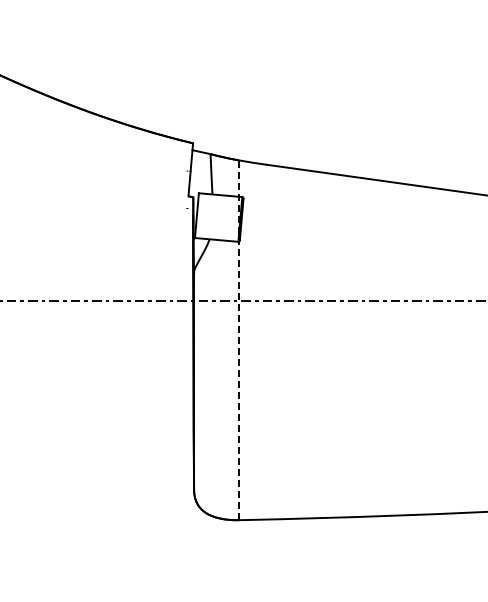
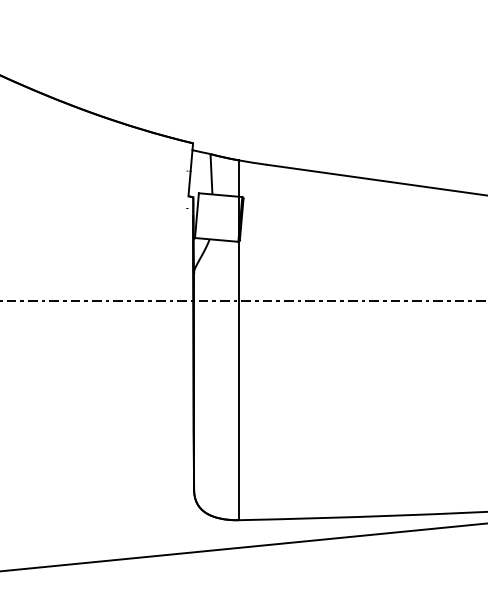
line at (238, 340): dashed -> solid
line at (243, 547): none -> present
